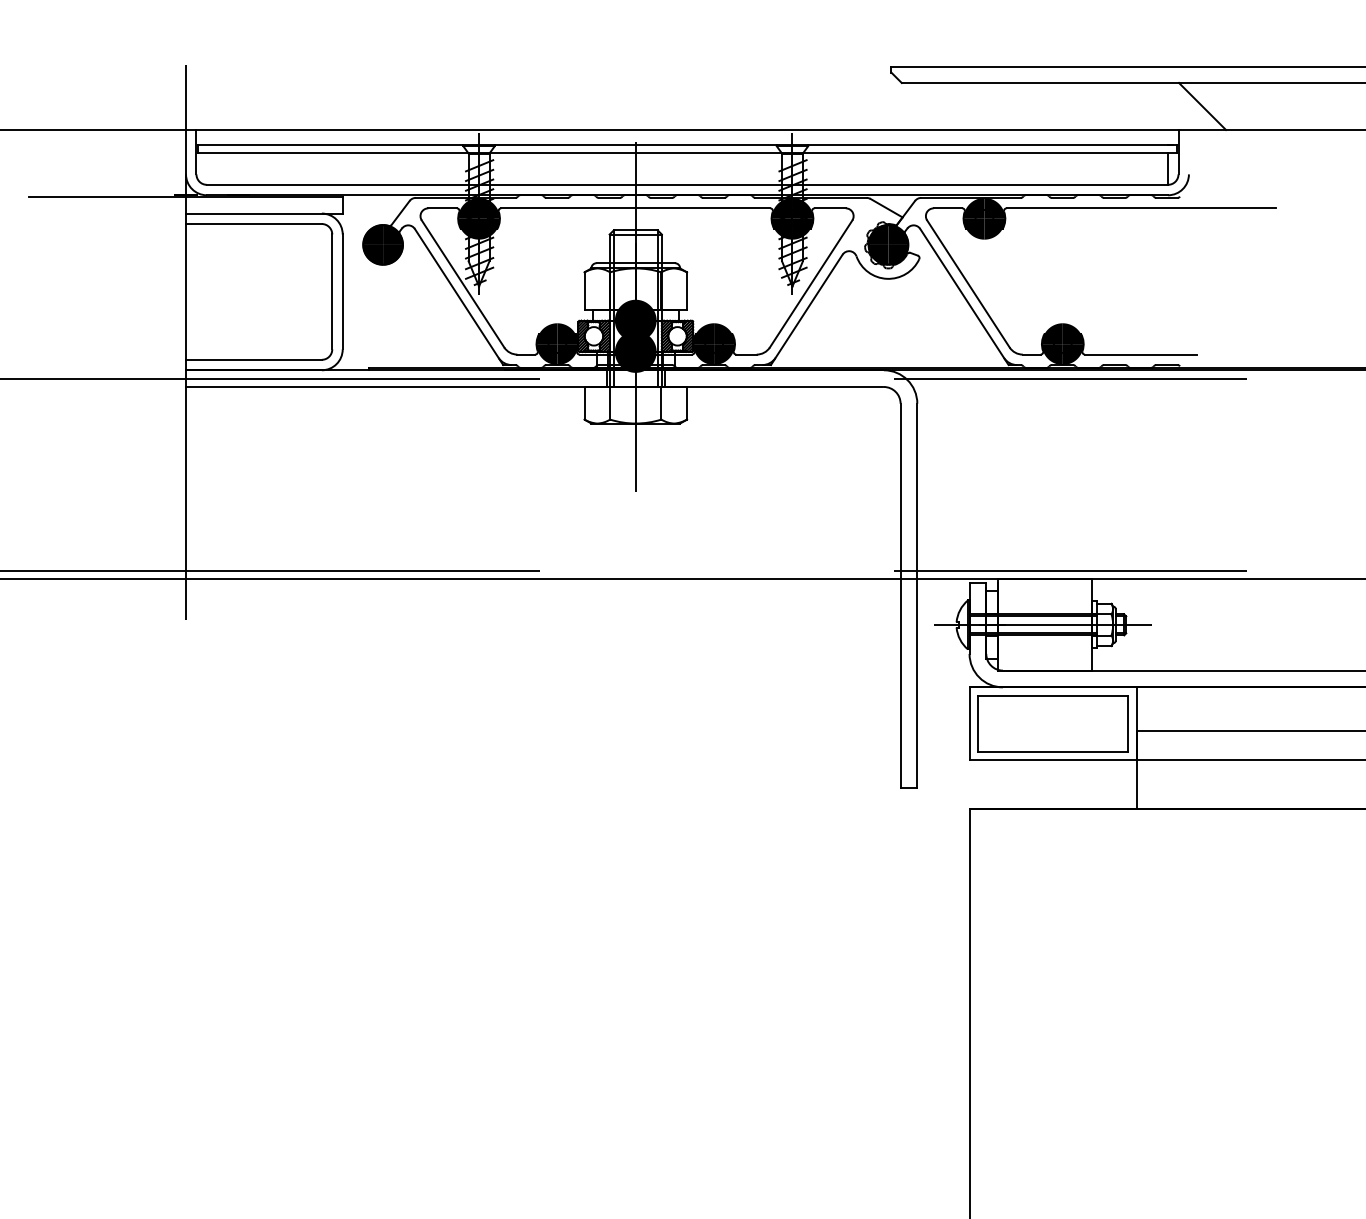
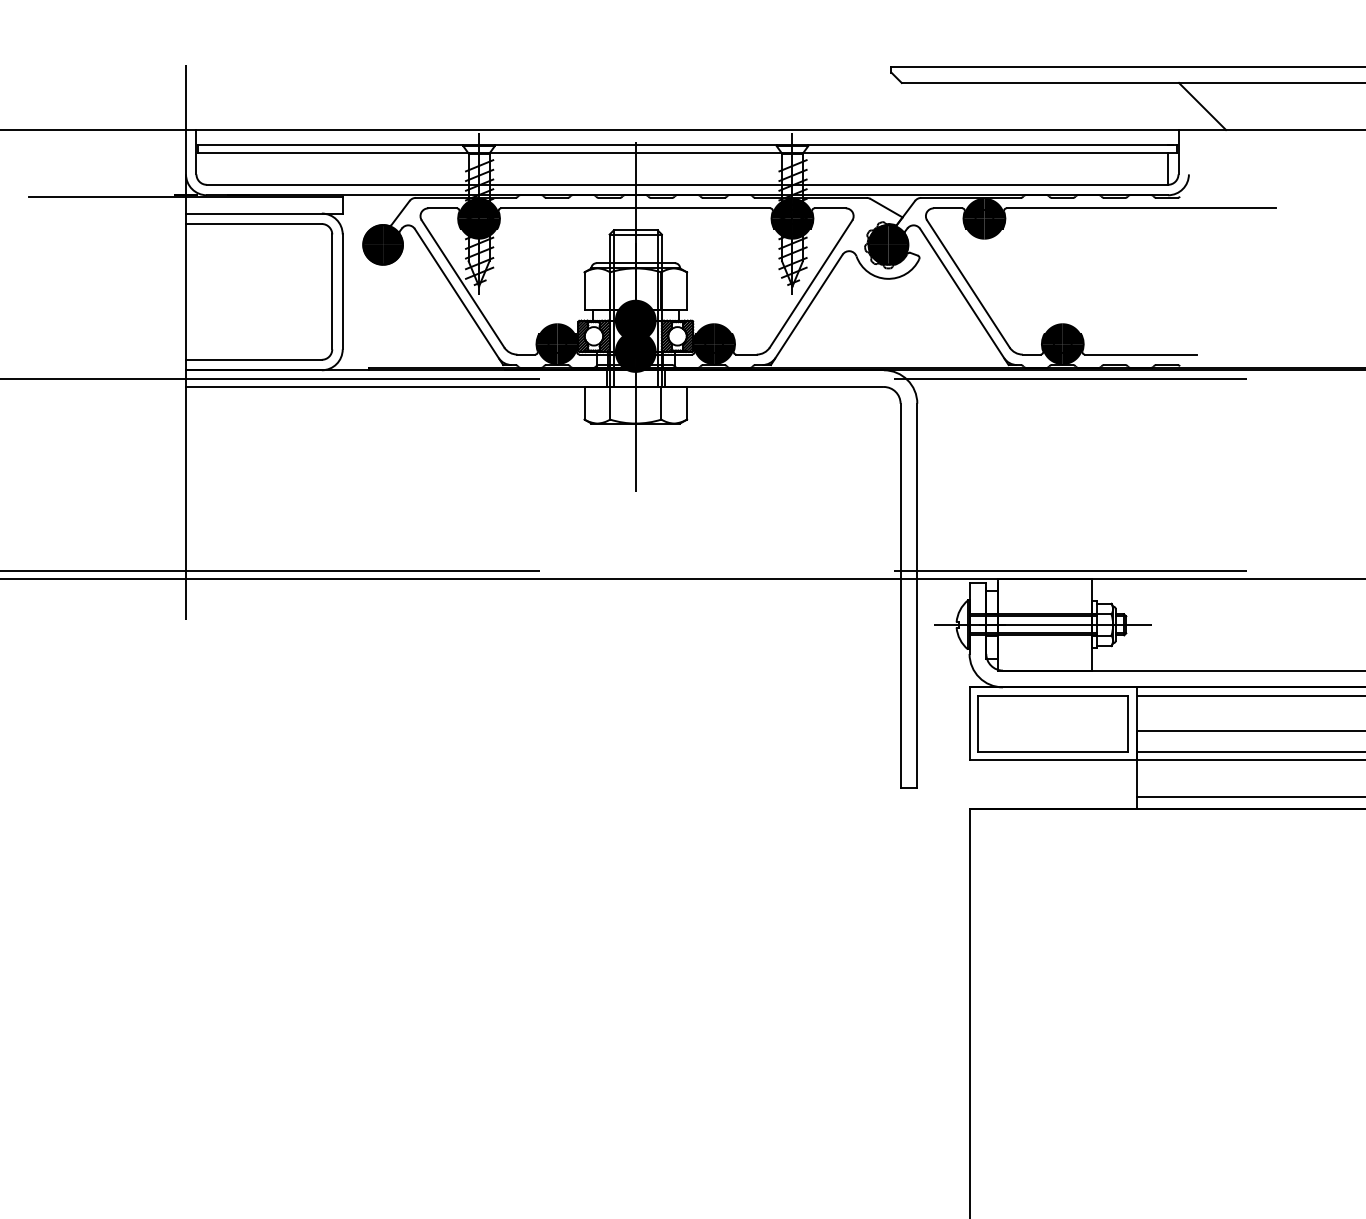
line at (1249, 695): none -> present
line at (1249, 752): none -> present
line at (1249, 797): none -> present
